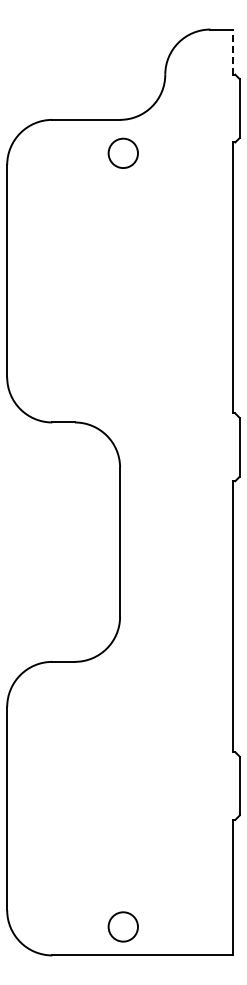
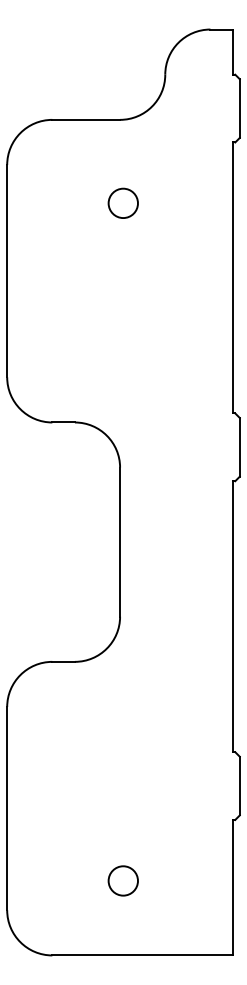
line at (233, 52): dashed -> solid
circle at (122, 152) position: (122, 152) -> (122, 202)
circle at (122, 926) position: (122, 926) -> (122, 880)
